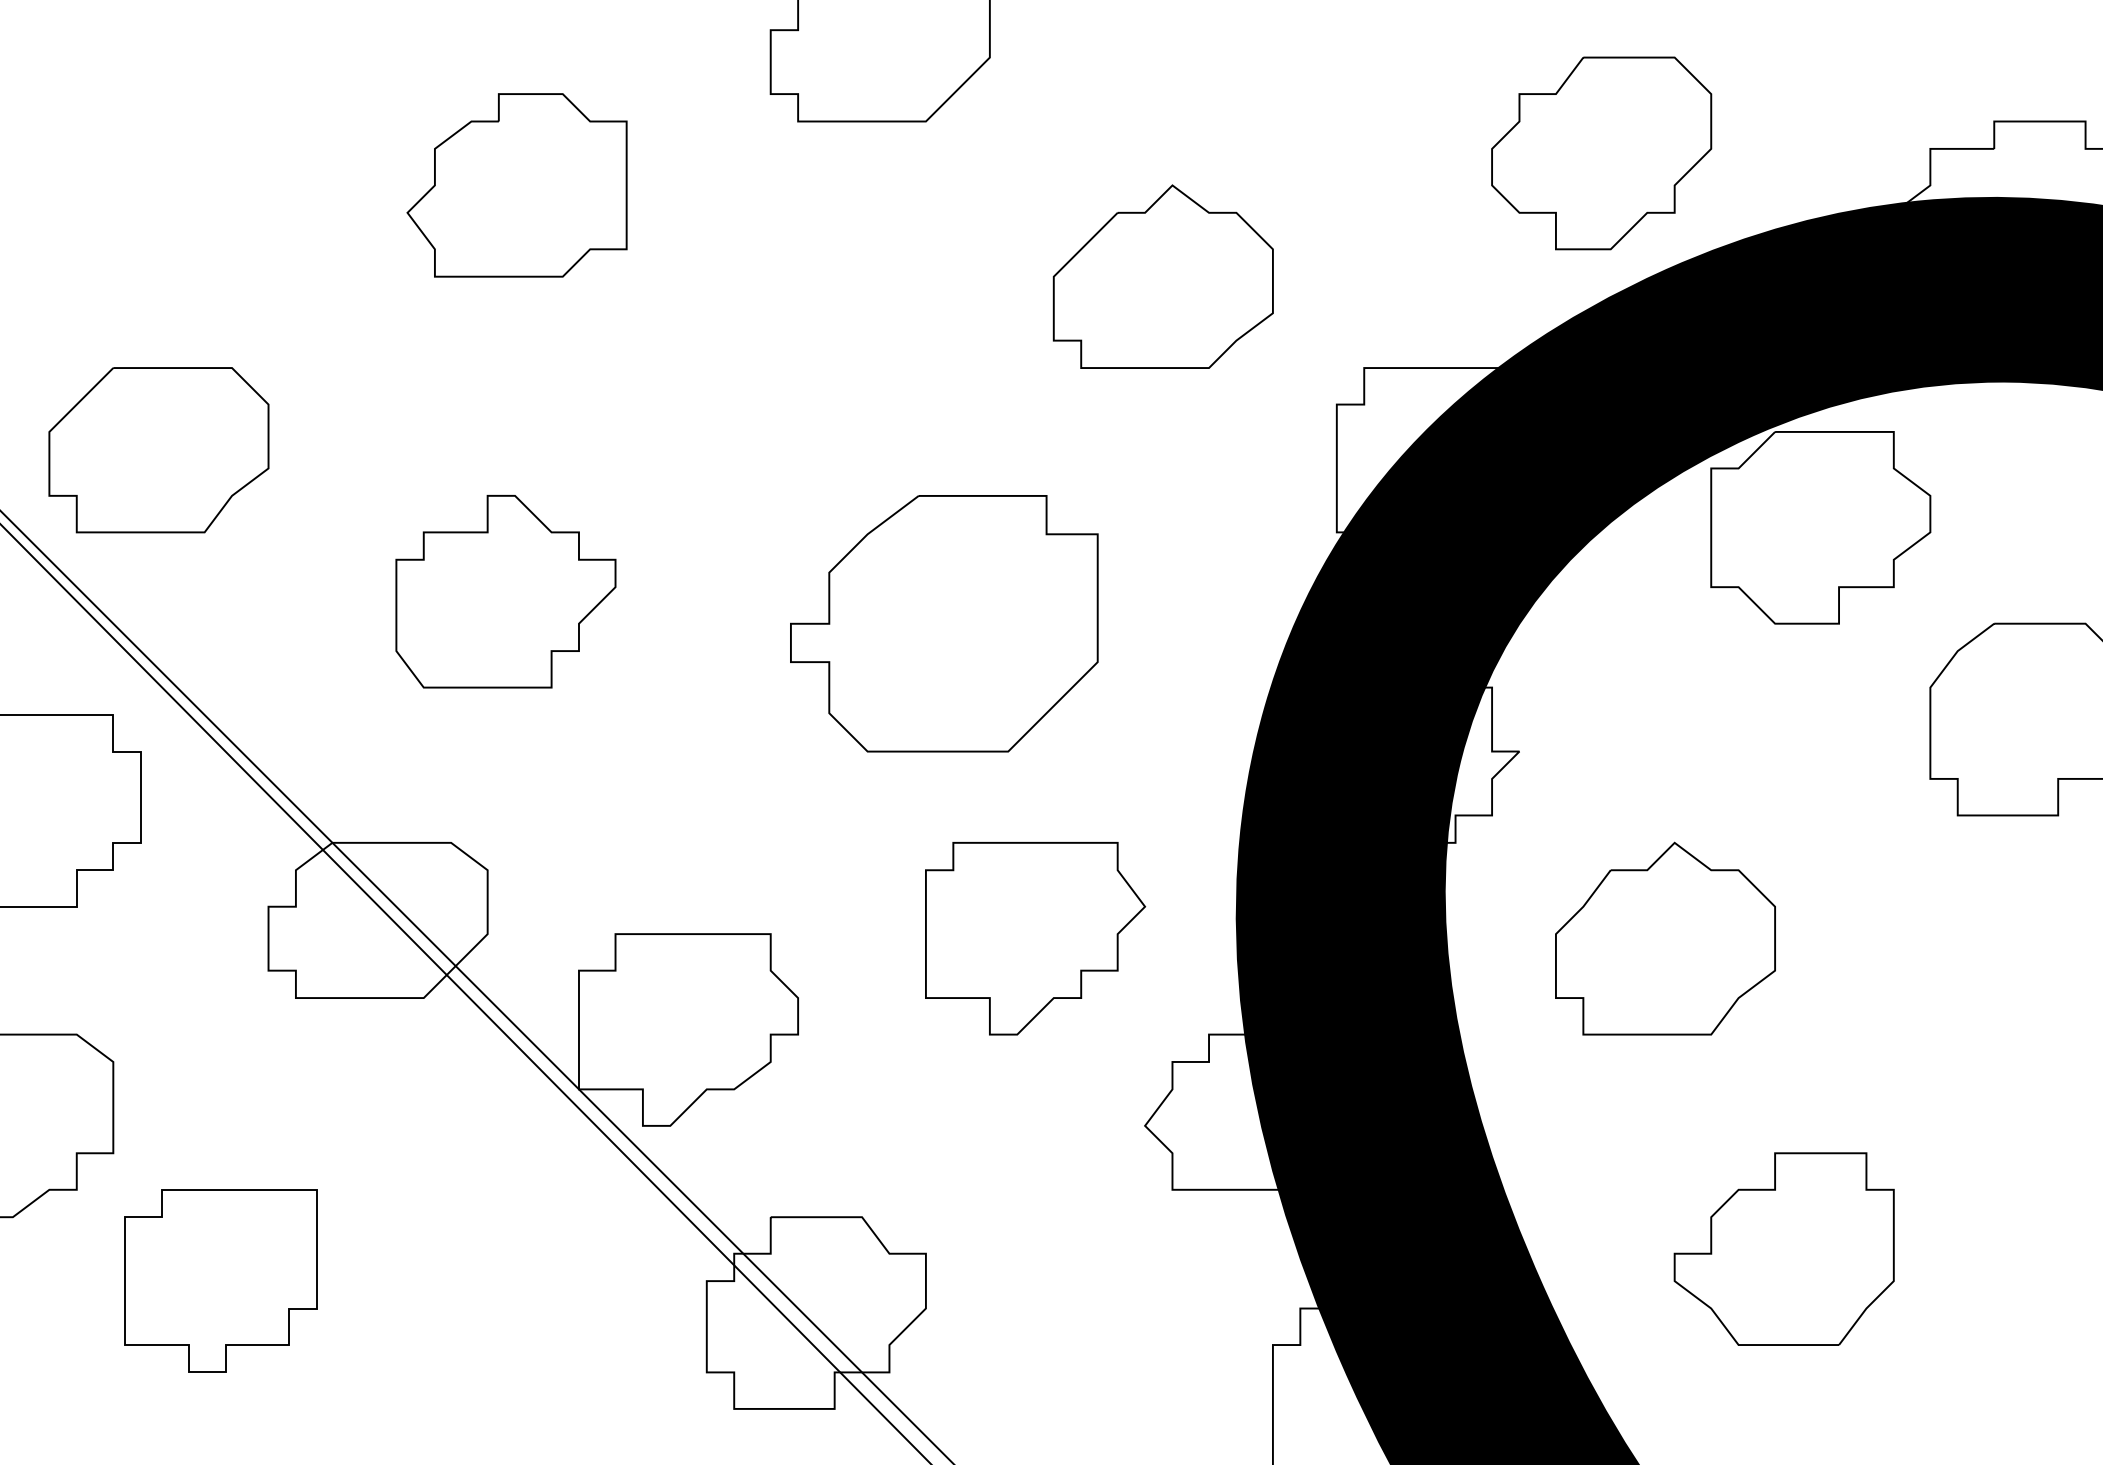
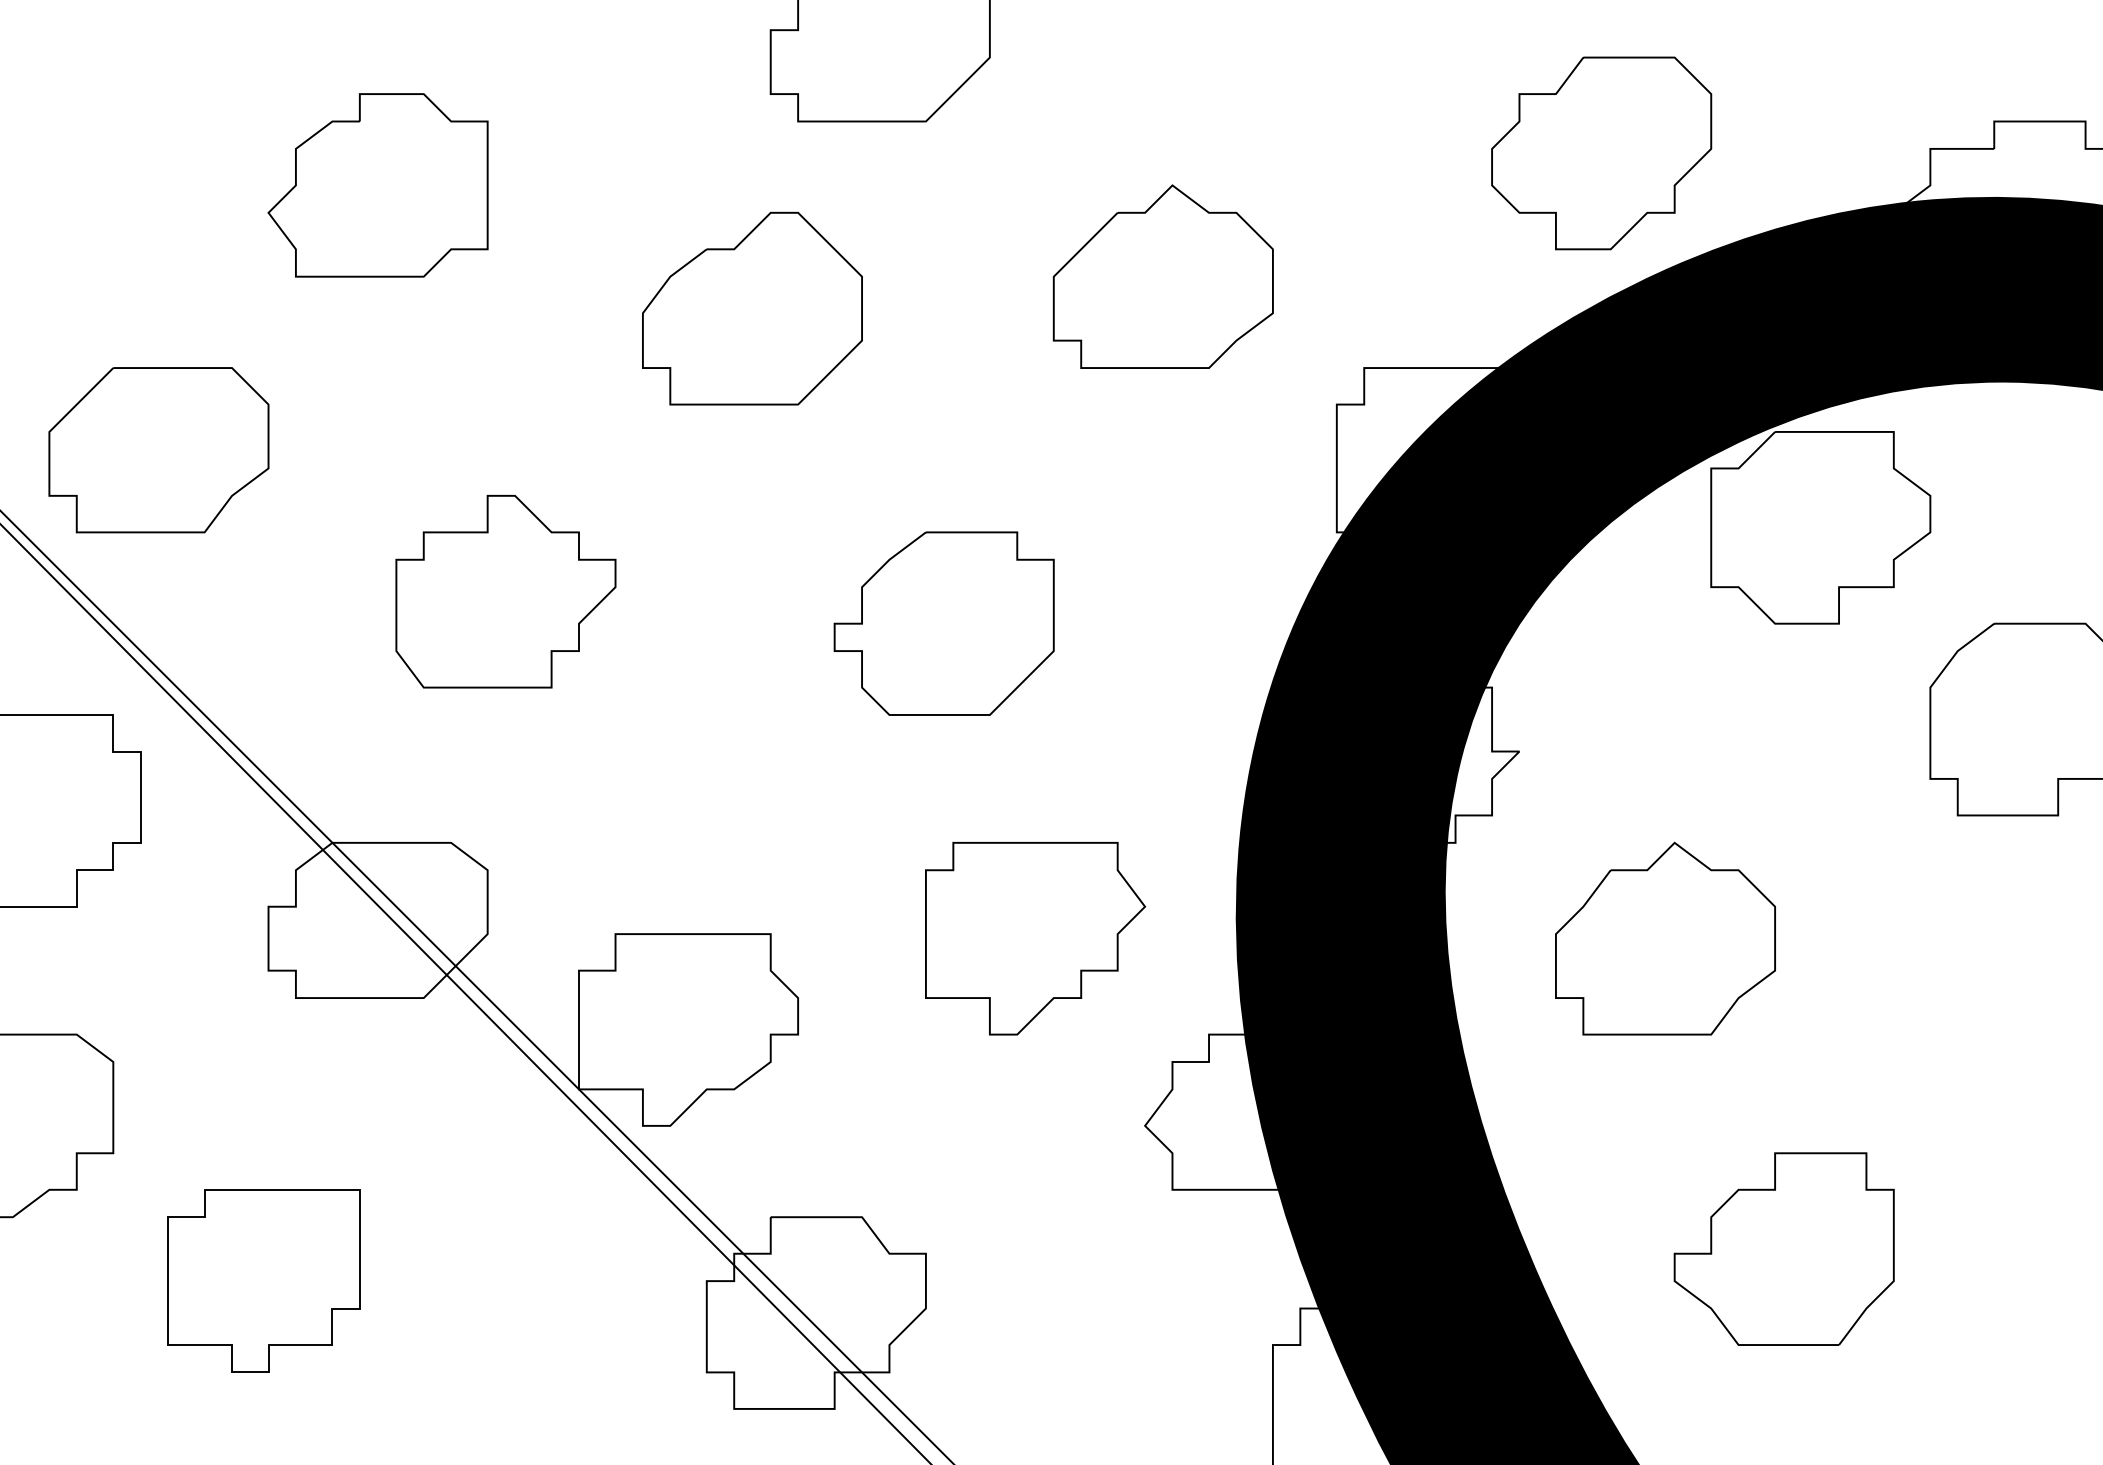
part at (516, 185) position: (516, 185) -> (377, 185)
part at (752, 308): none -> present
part at (944, 623) size: 309x258 px -> 222x185 px
part at (220, 1280) position: (220, 1280) -> (263, 1280)
